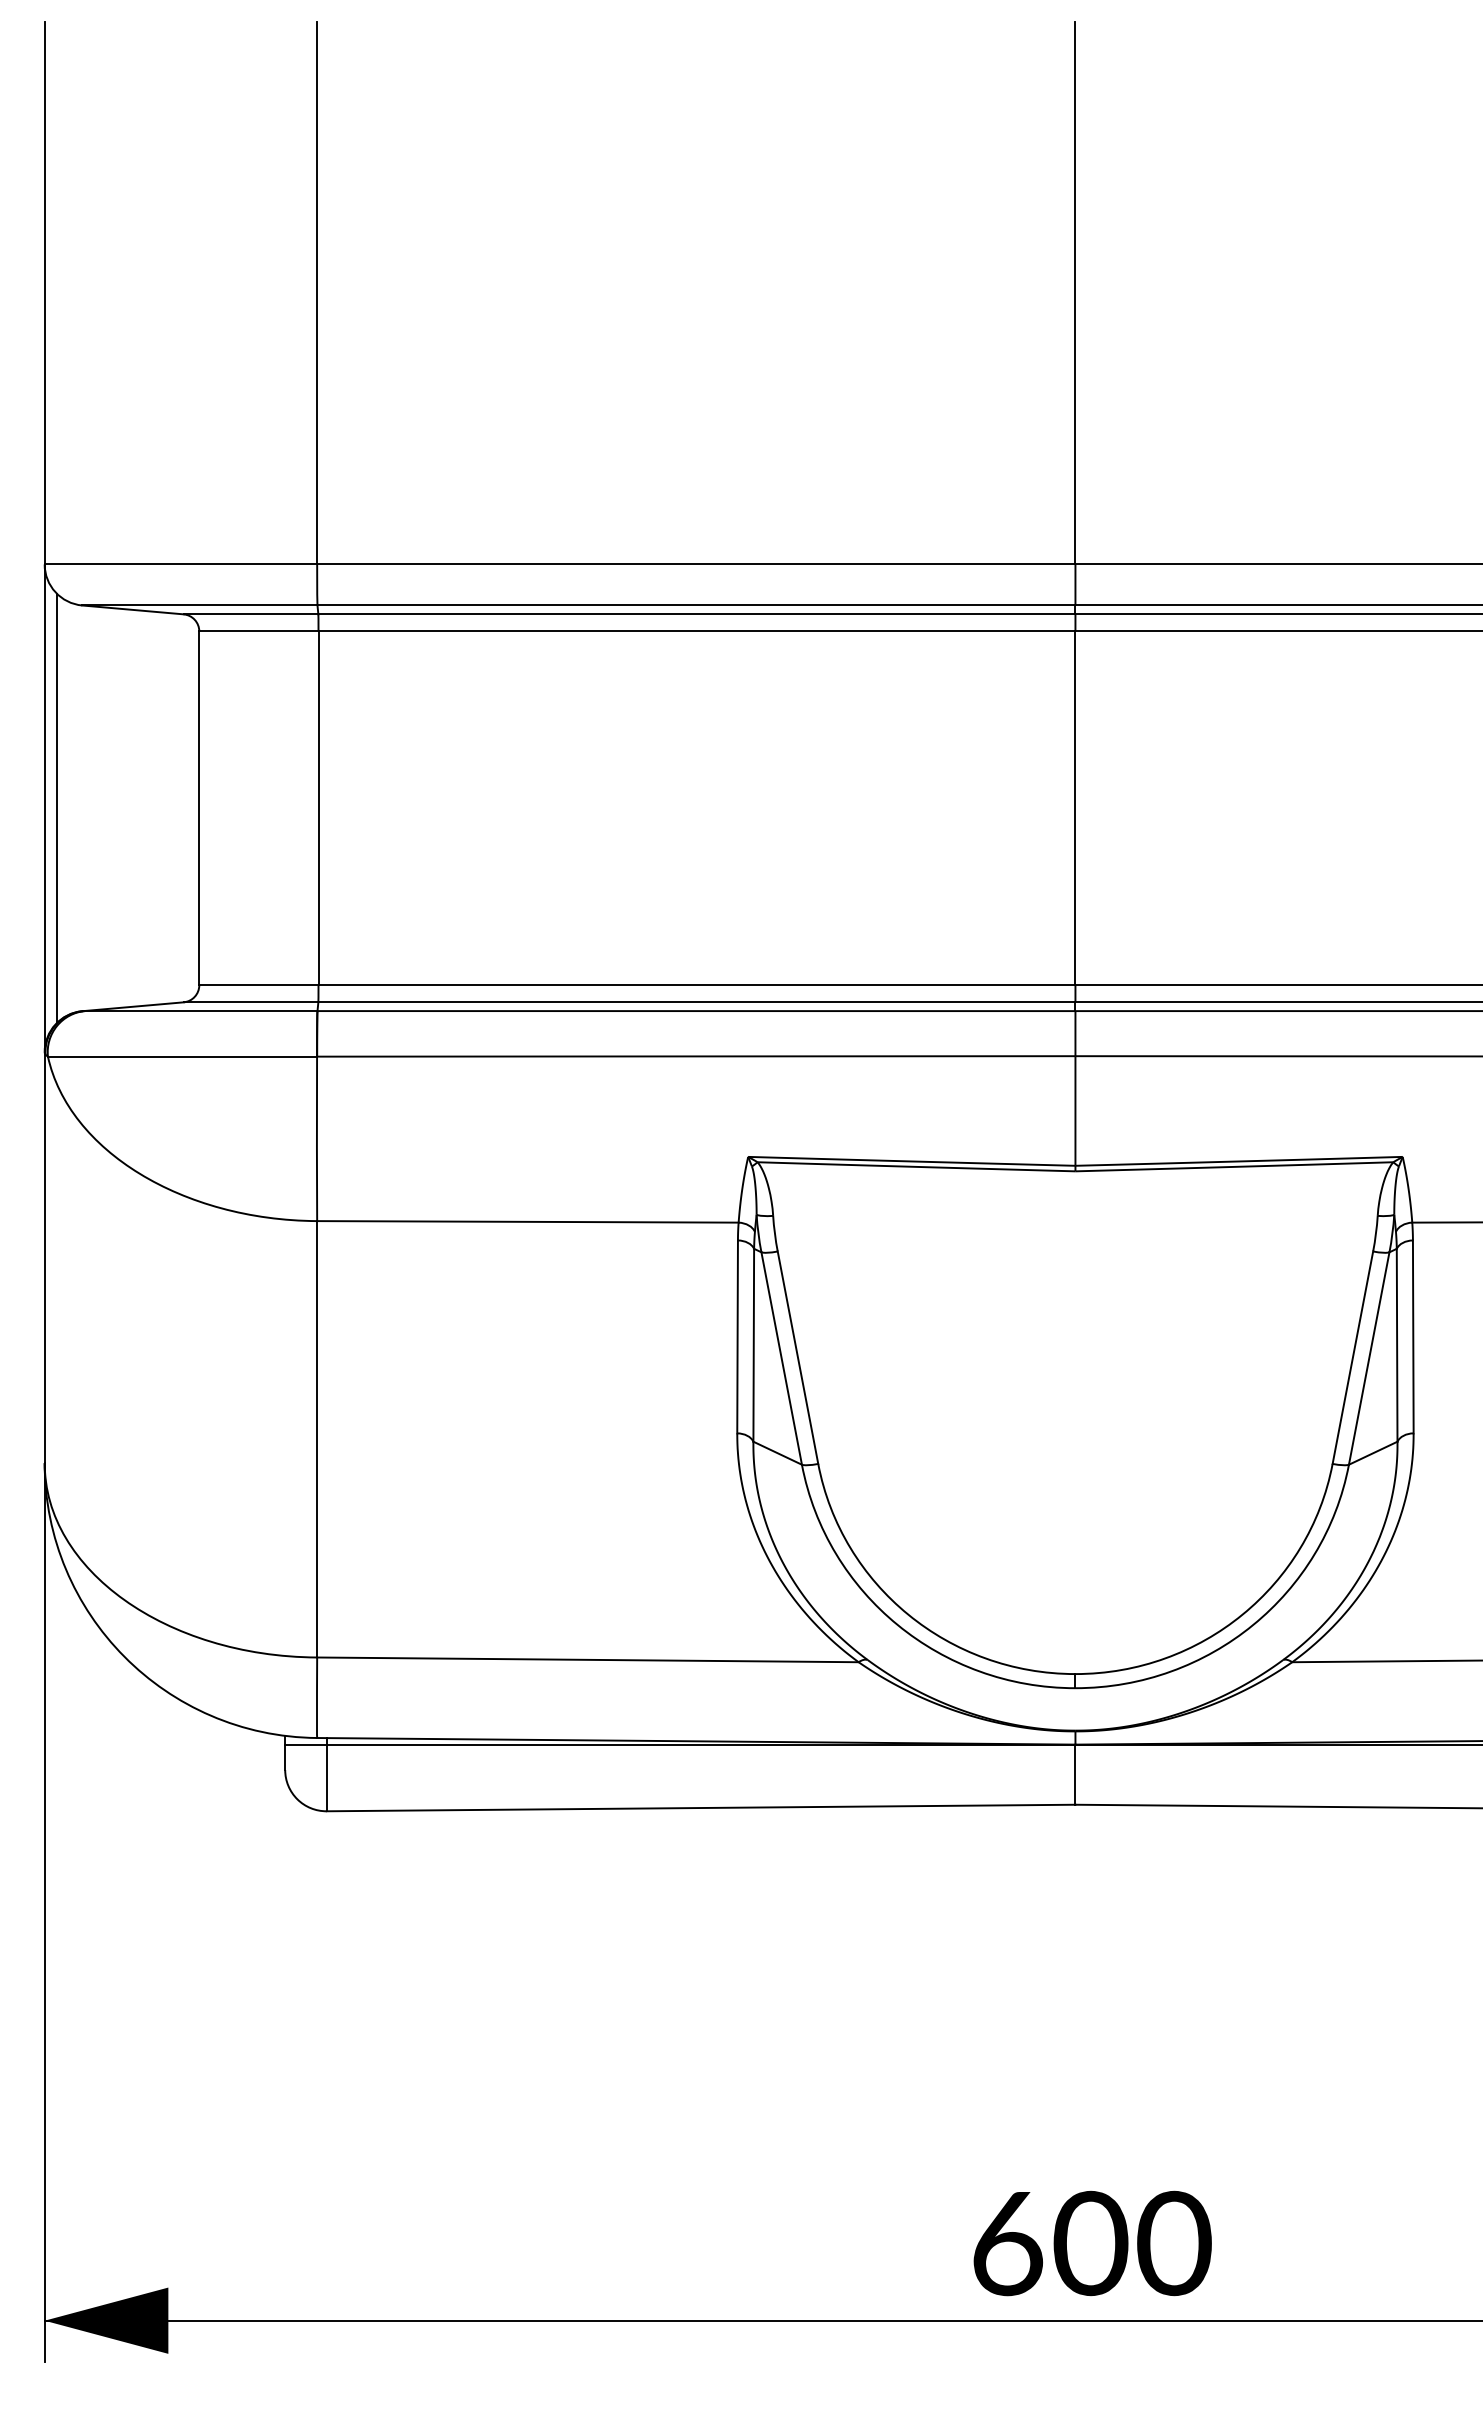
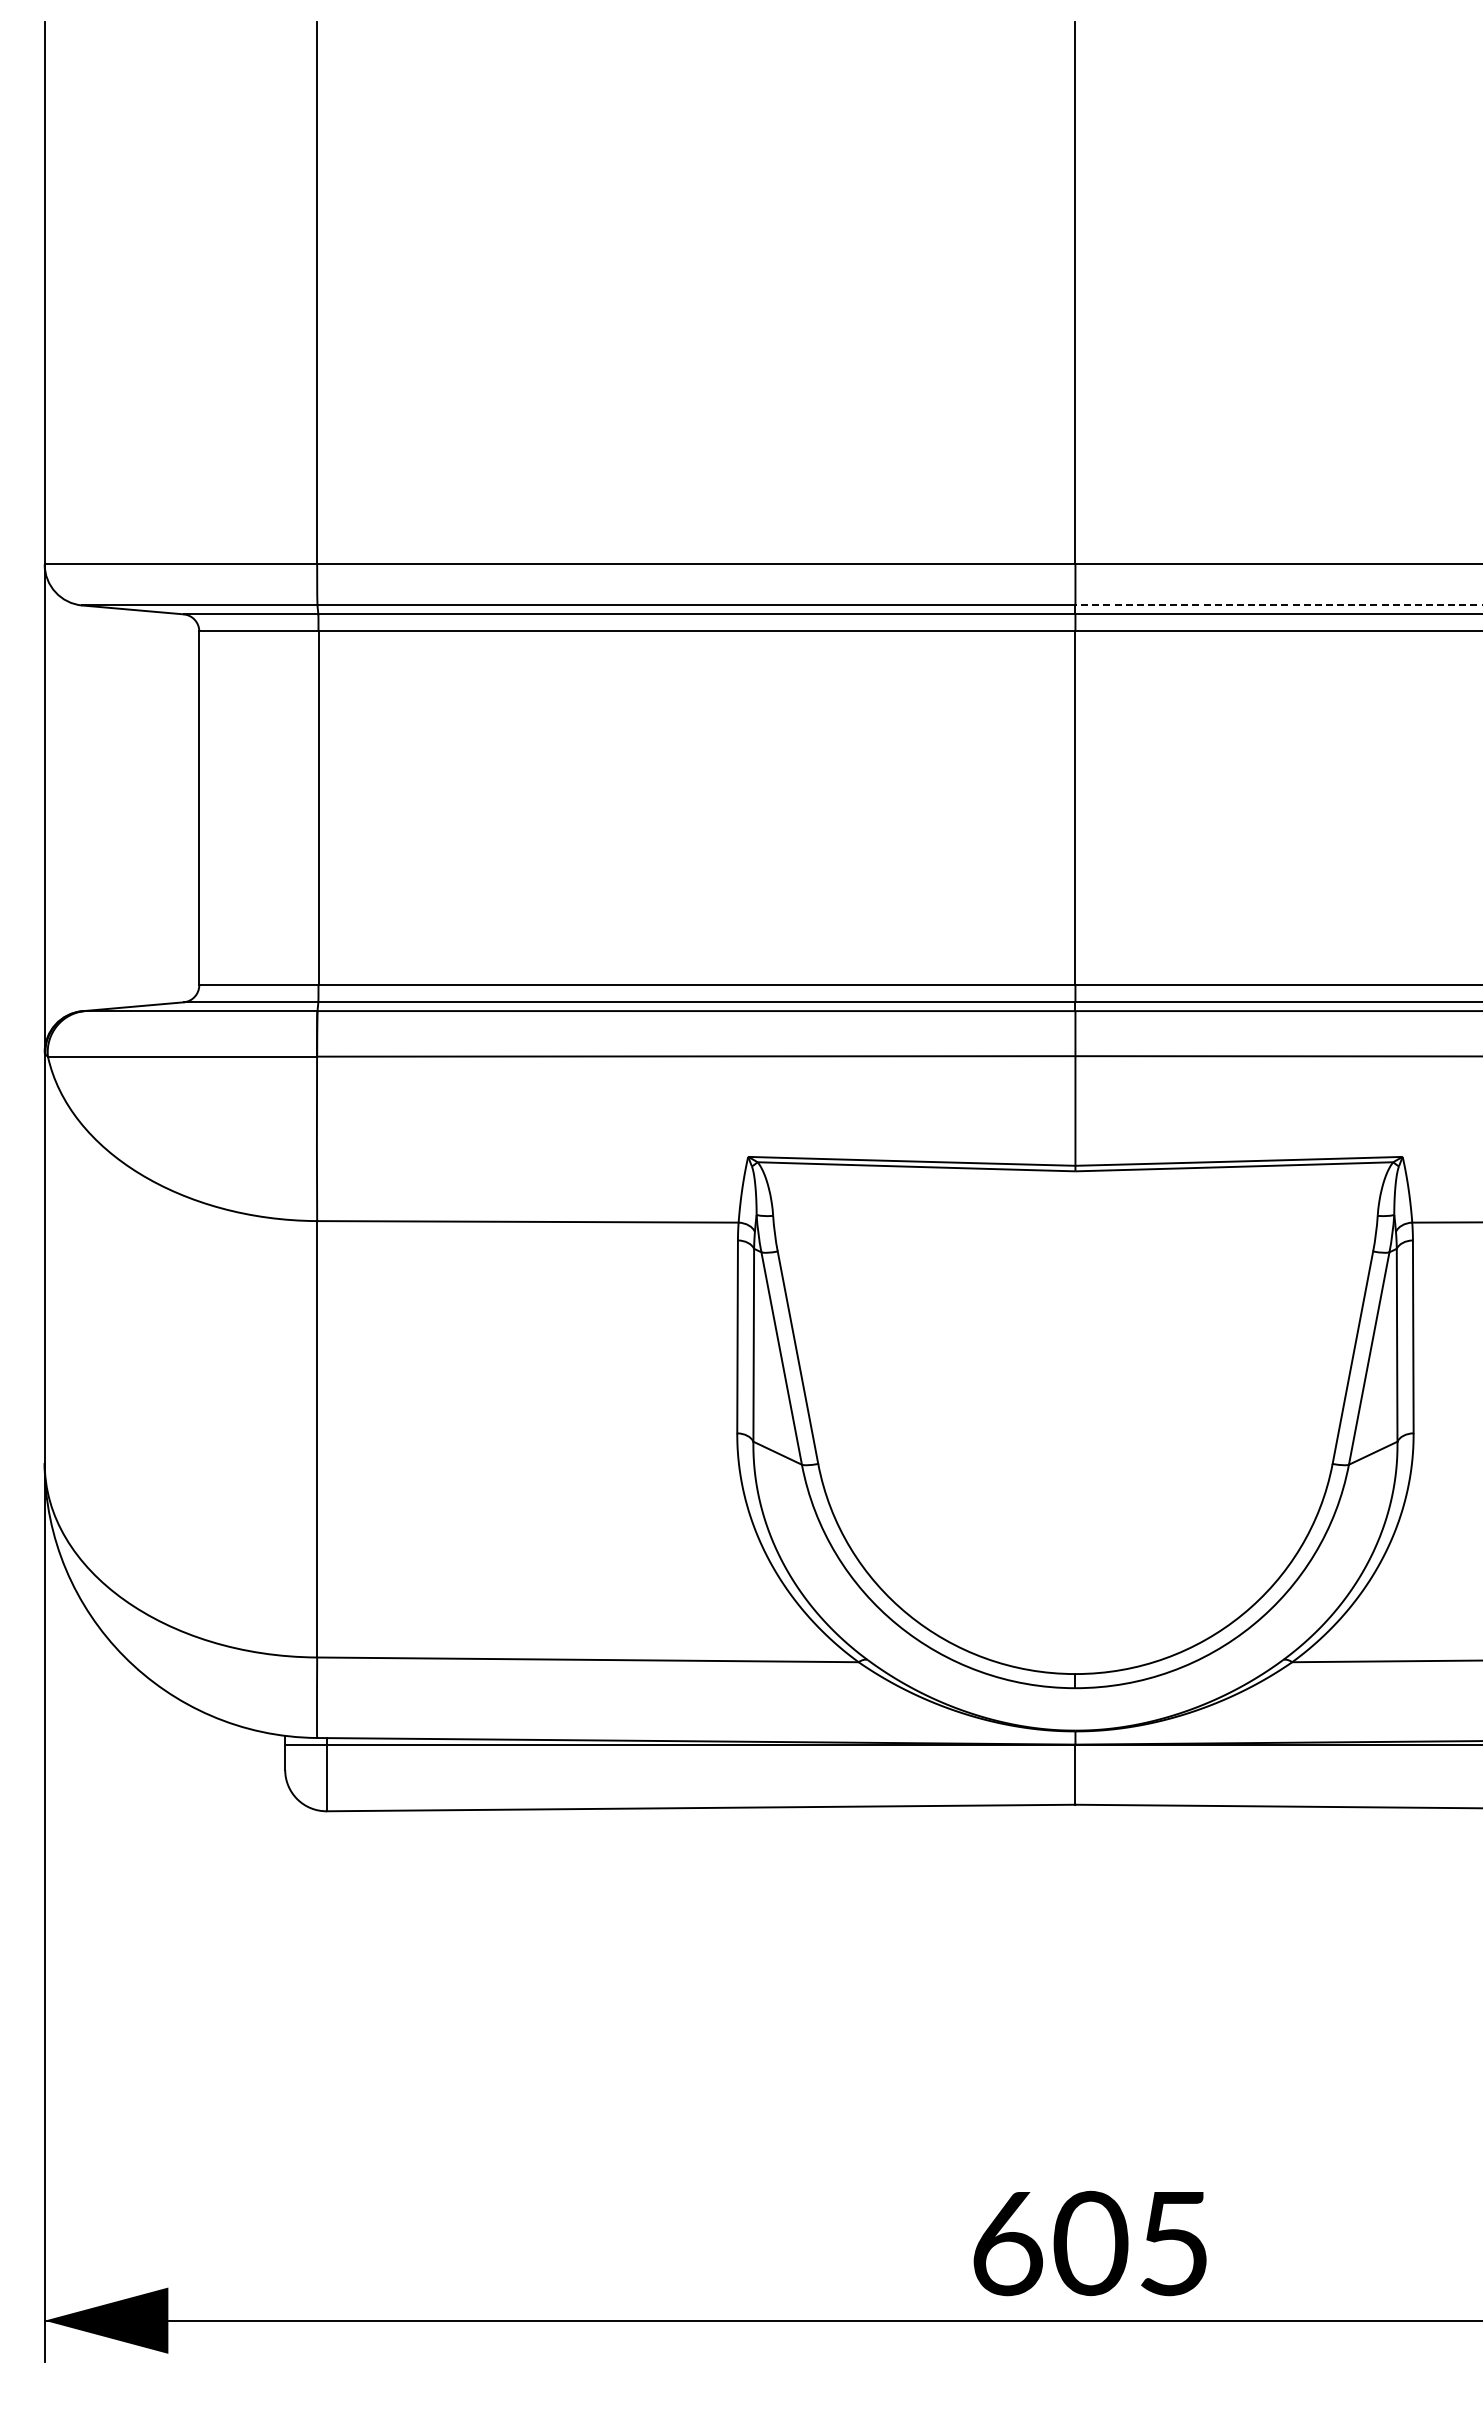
line at (1278, 605): solid -> dashed
line at (56, 808): present -> none
text at (1174, 2243): 600 -> 605
